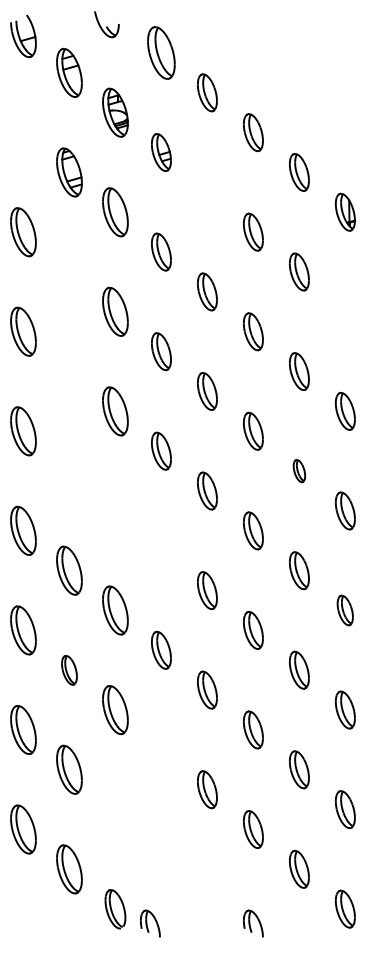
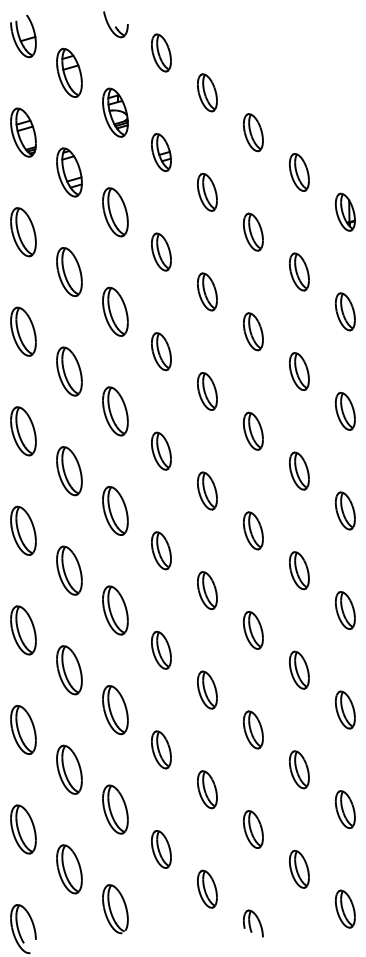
part at (106, 24) position: (106, 24) -> (115, 24)
part at (161, 52) size: 29x54 px -> 21x40 px
part at (23, 132): none -> present
part at (207, 191): none -> present
part at (69, 271): none -> present
part at (344, 311): none -> present
part at (69, 371): none -> present
part at (69, 471): none -> present
part at (299, 471) size: 15x25 px -> 21x40 px
part at (115, 510): none -> present
part at (161, 550): none -> present
part at (344, 610) size: 18x33 px -> 22x39 px
part at (69, 670) size: 17x31 px -> 27x51 px
part at (161, 749): none -> present
part at (115, 809): none -> present
part at (161, 849): none -> present
part at (207, 888): none -> present
part at (115, 909) size: 23x41 px -> 27x51 px
part at (150, 923): present -> none
part at (23, 928): none -> present
